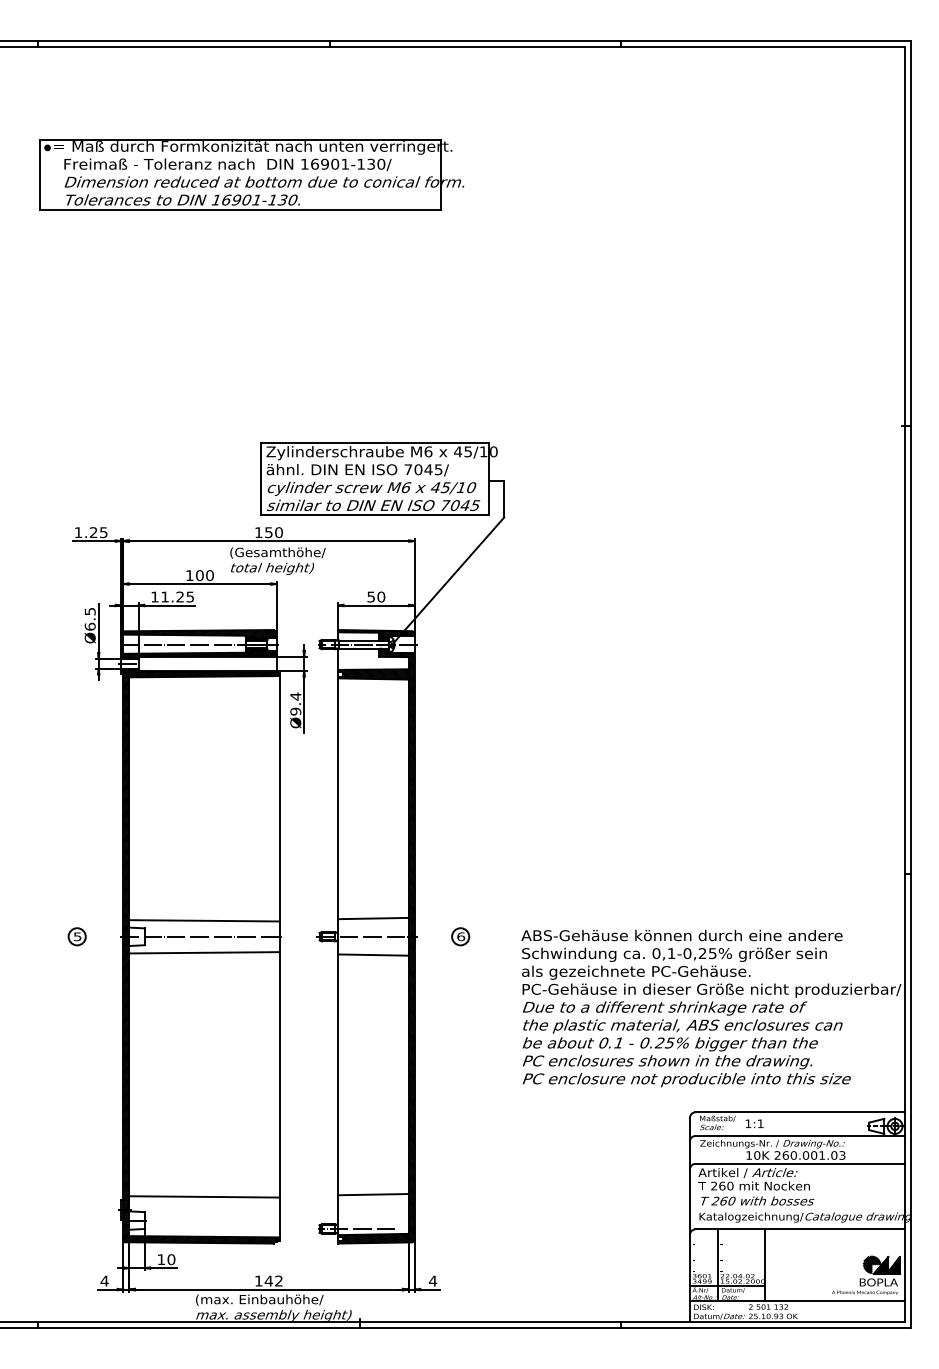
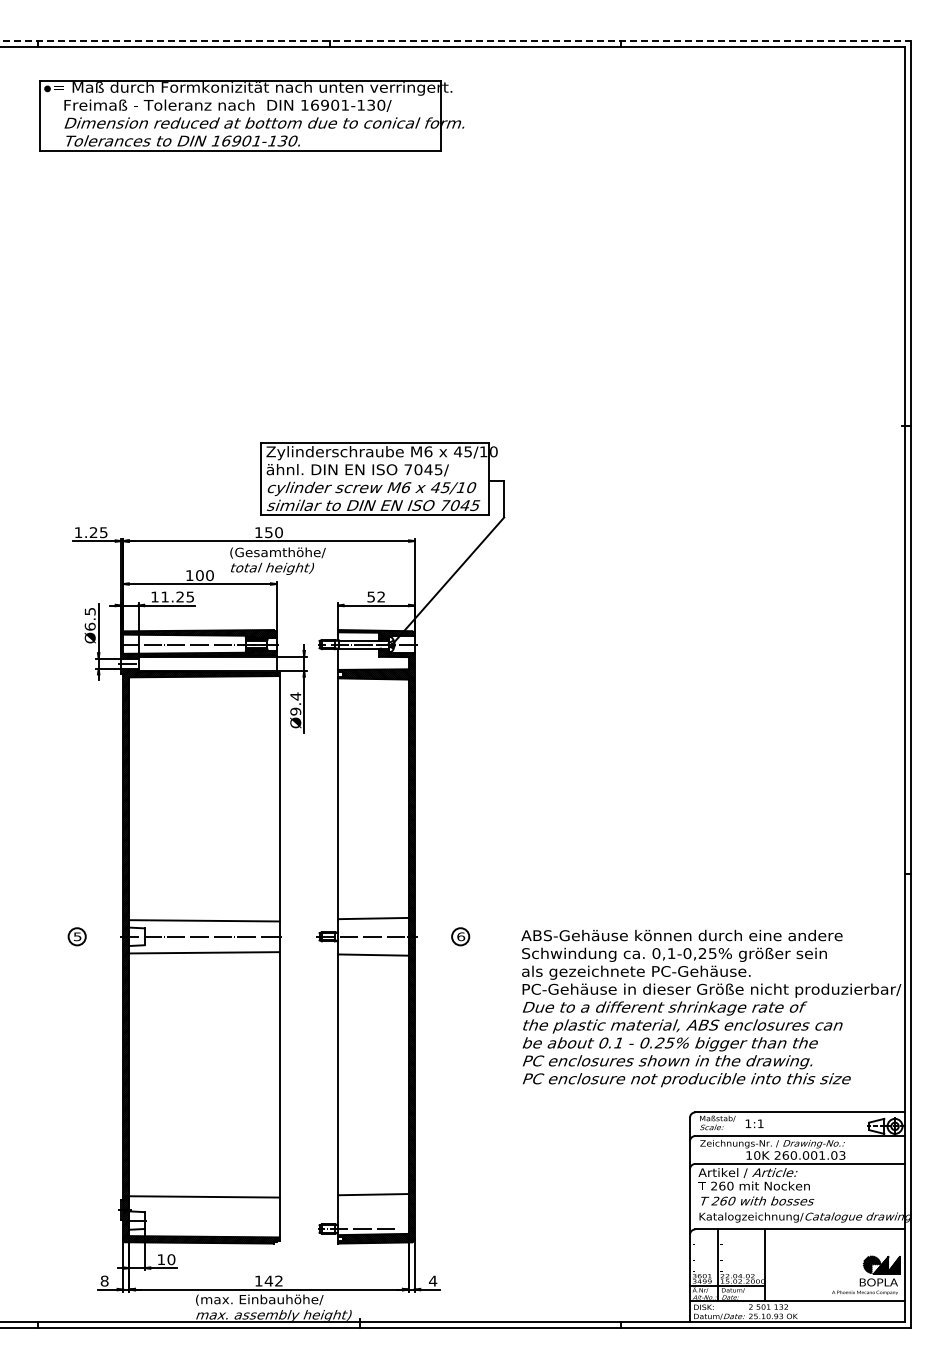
line at (455, 41): solid -> dashed
part at (251, 174) position: (251, 174) -> (251, 115)
text at (381, 596): 50 -> 52
text at (104, 1280): 4 -> 8
